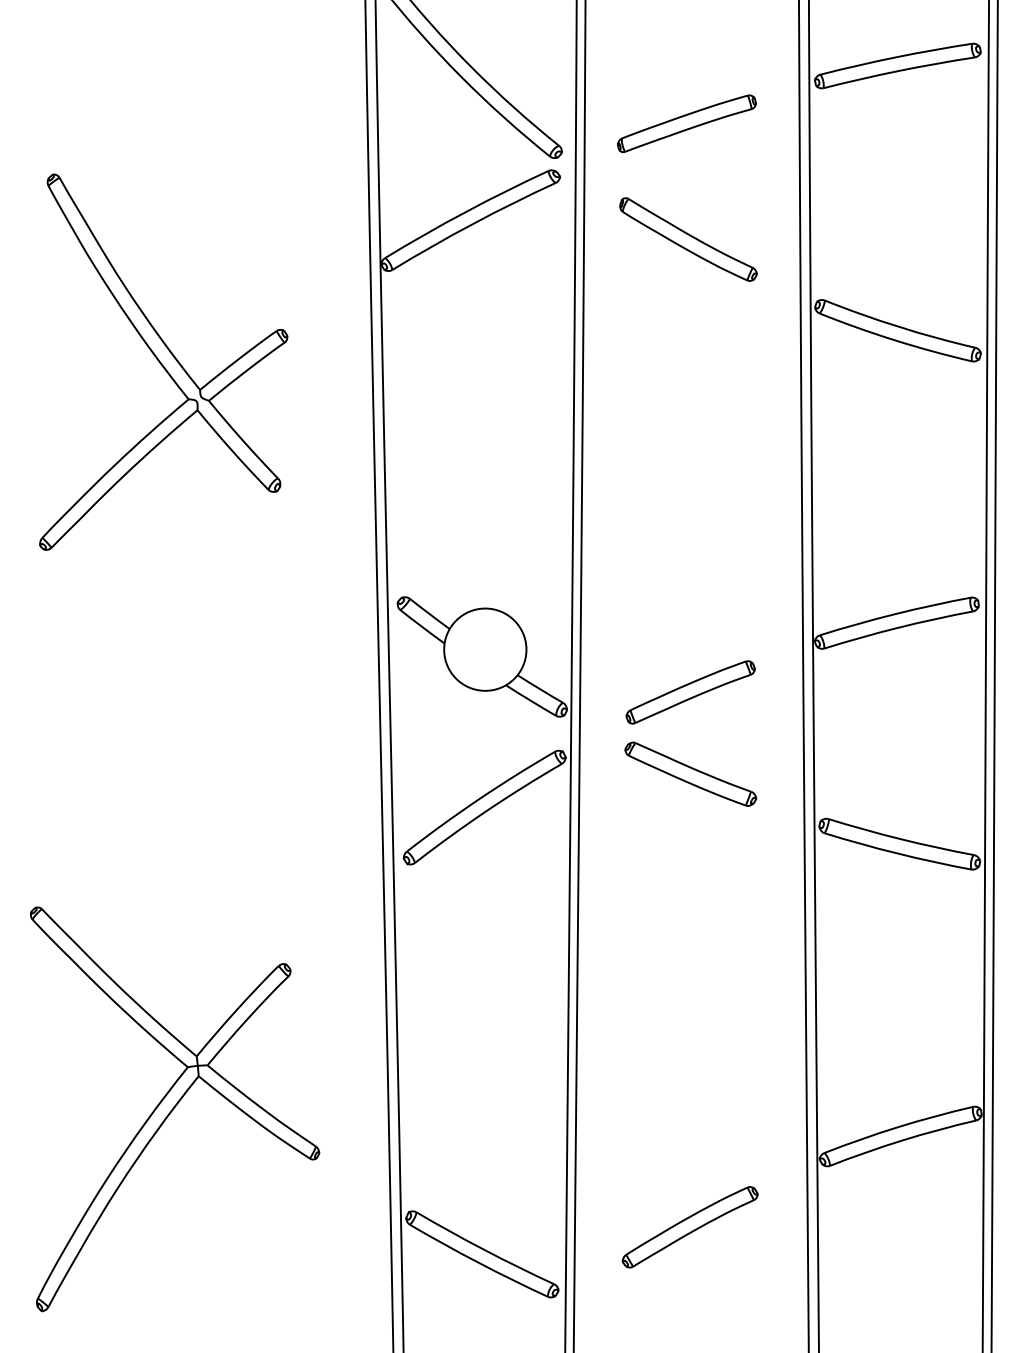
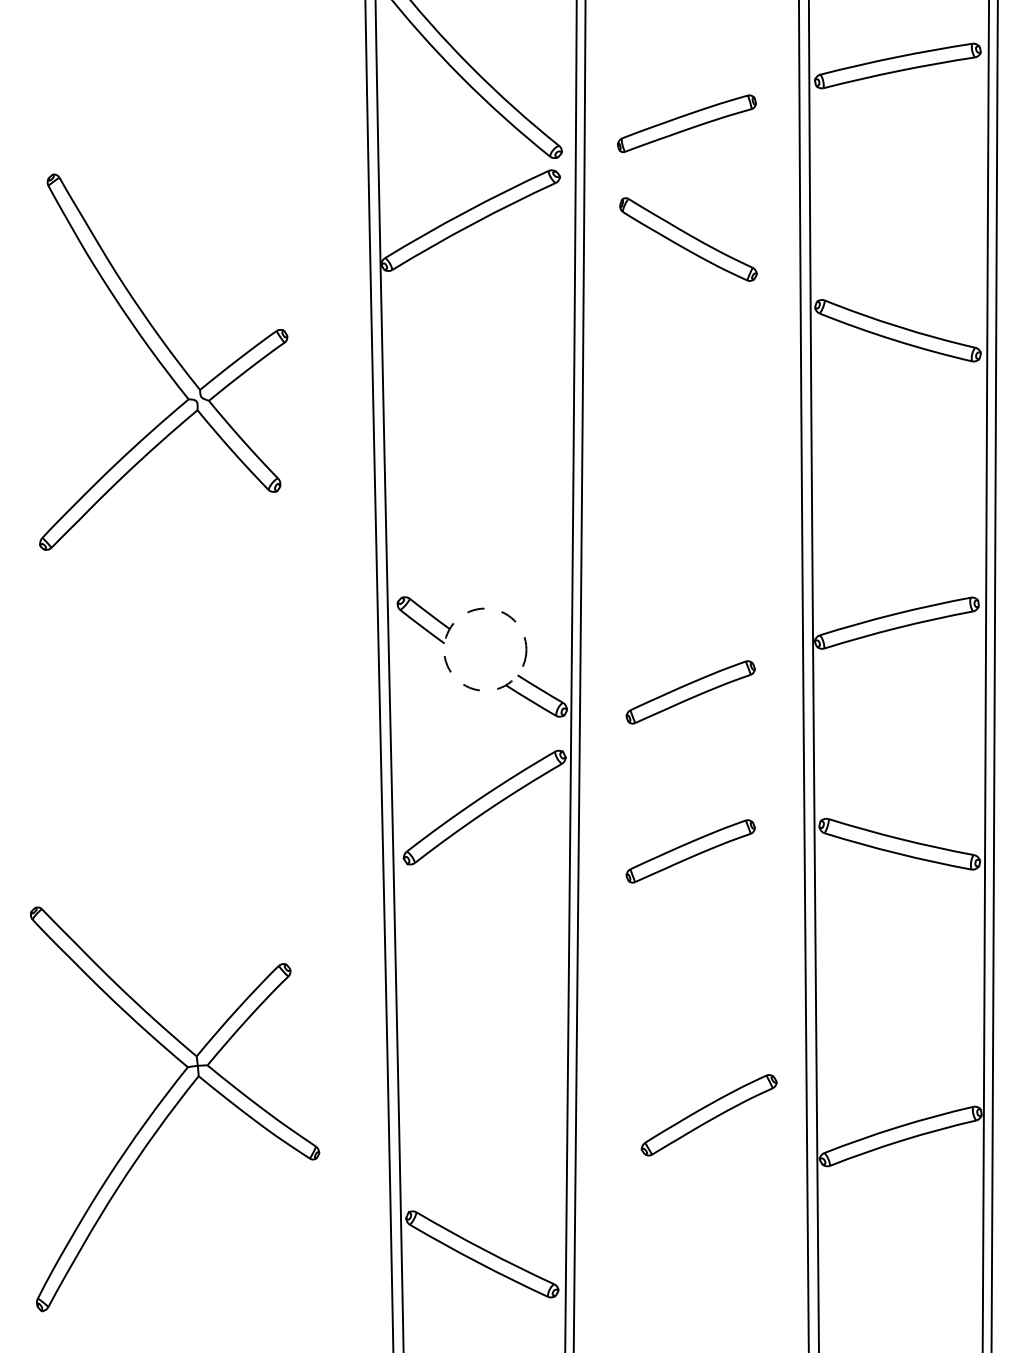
circle at (485, 649): solid -> dashed
part at (690, 773): present -> none
part at (690, 851): none -> present
part at (689, 1227) position: (689, 1227) -> (708, 1115)
